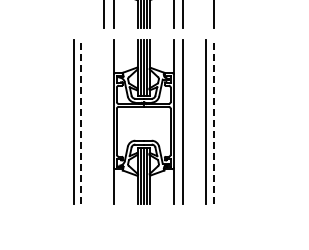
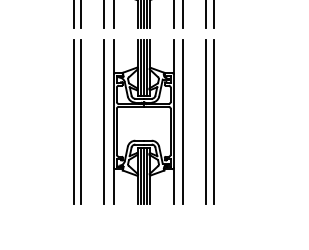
line at (73, 15): none -> present
line at (81, 15): none -> present
line at (206, 15): none -> present
line at (81, 121): dashed -> solid
line at (104, 121): none -> present
line at (213, 121): dashed -> solid
